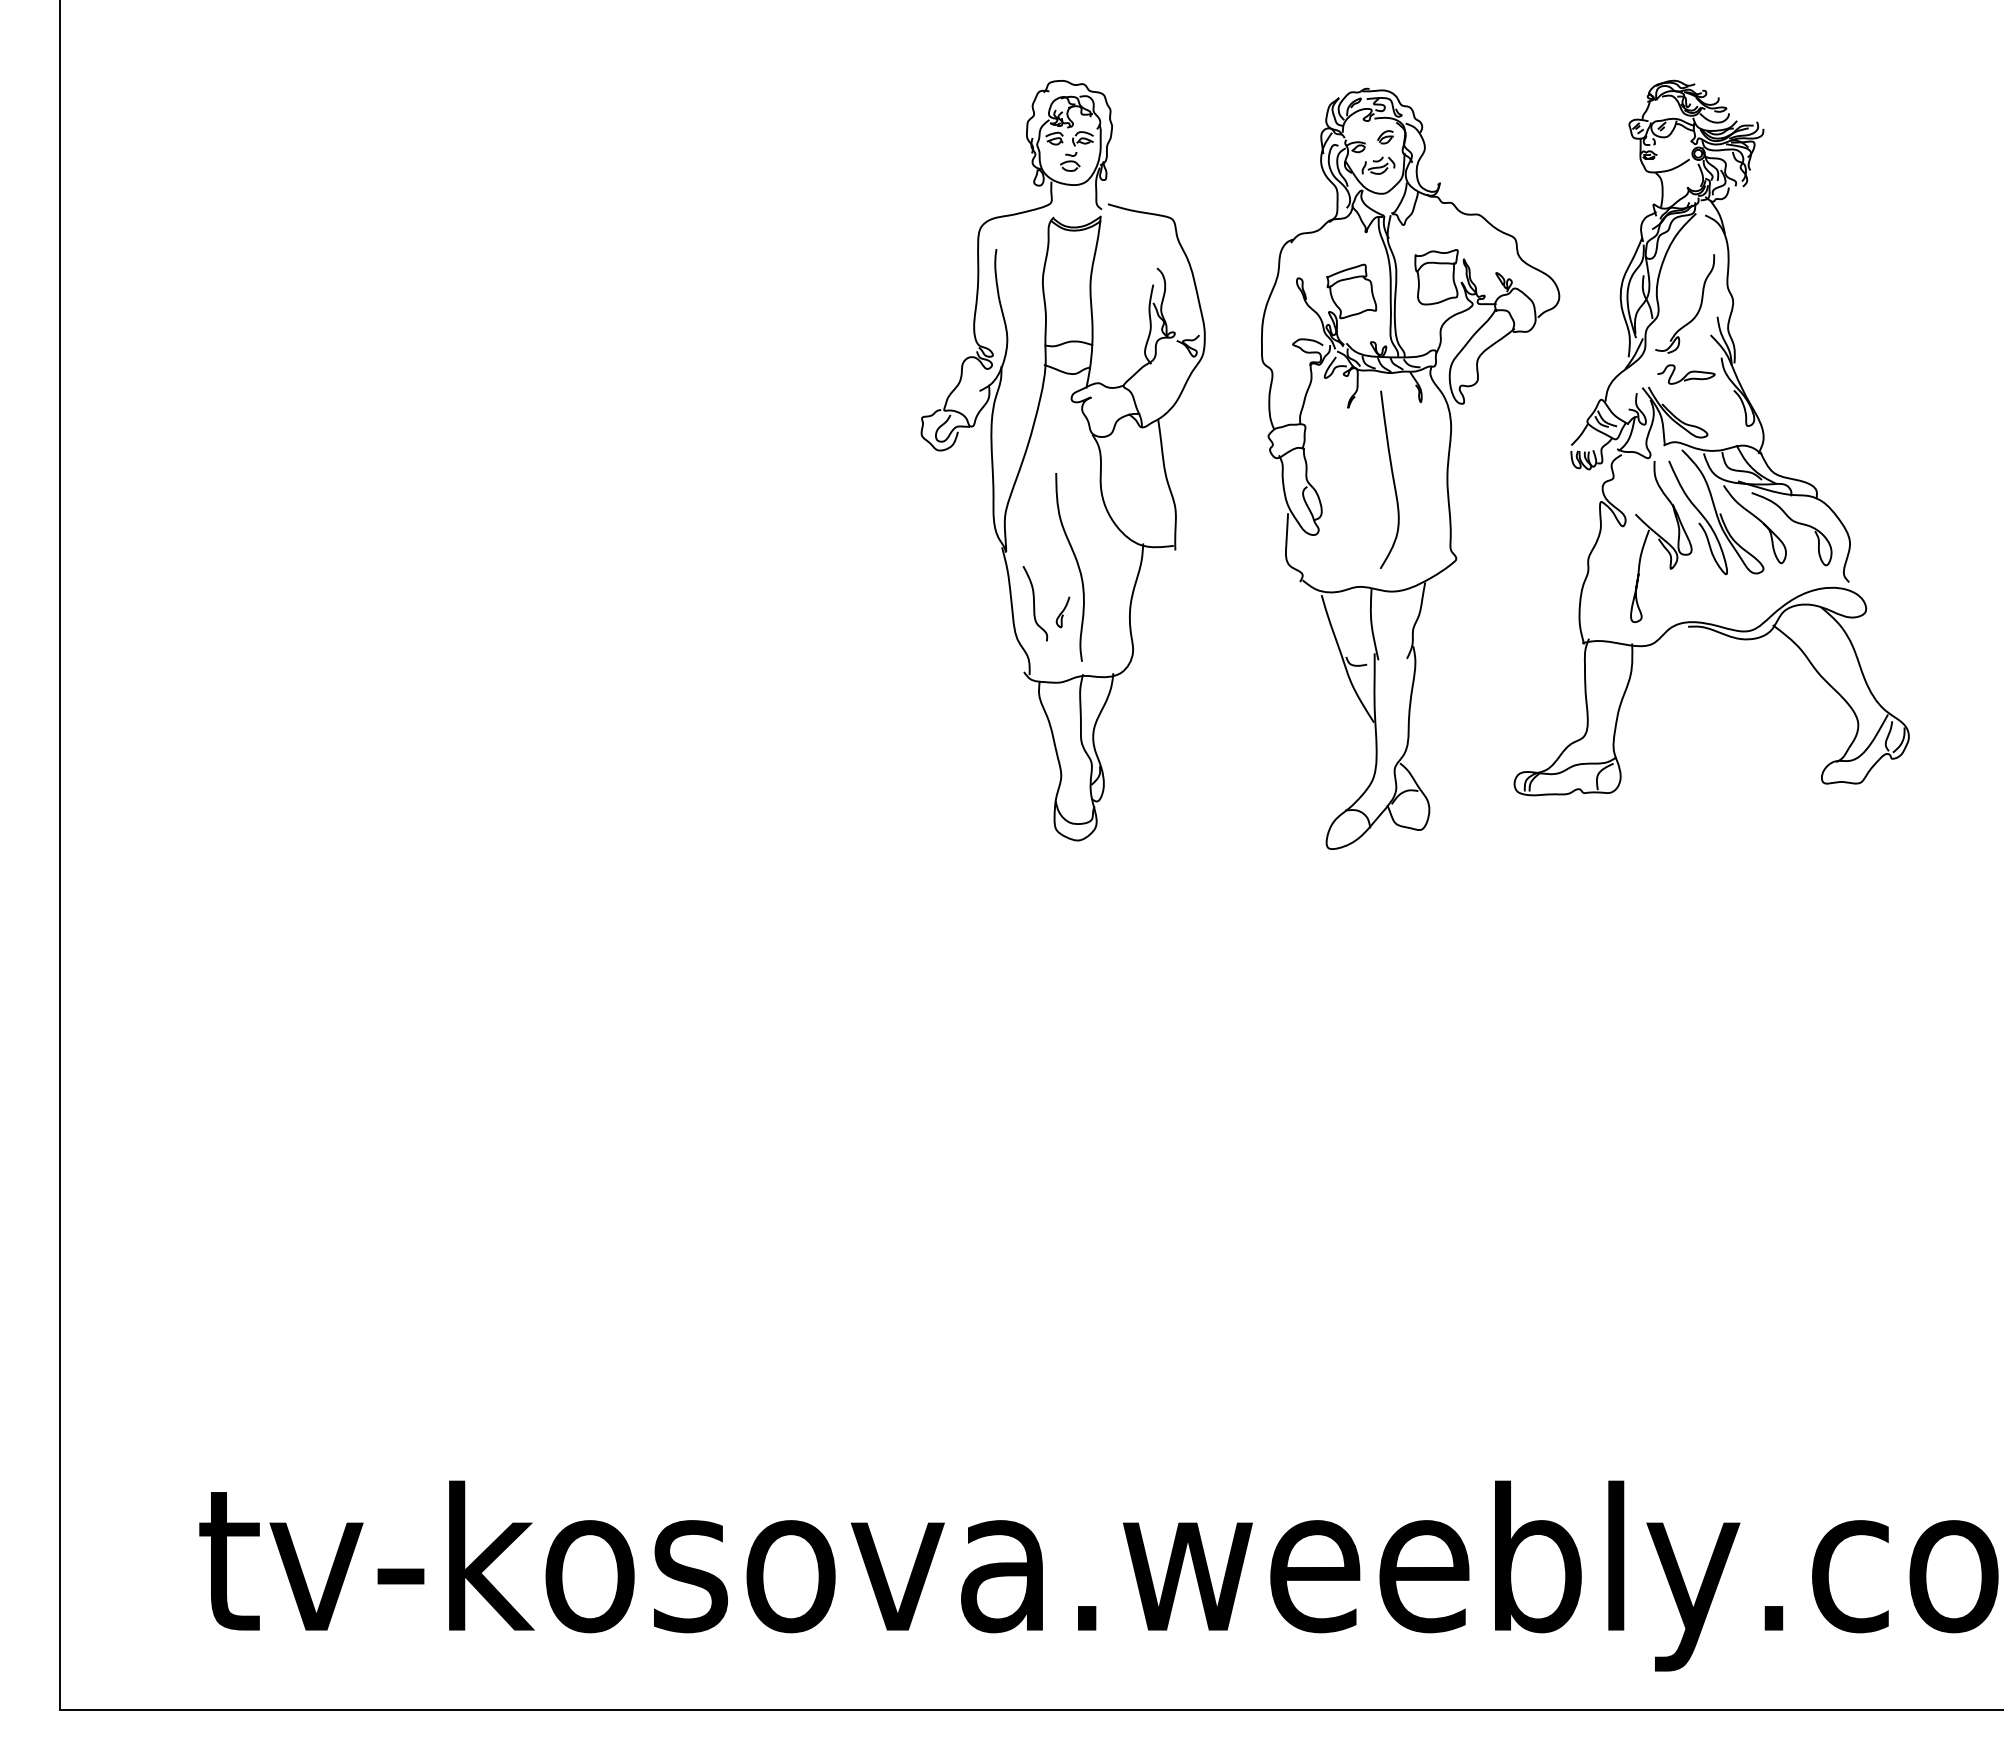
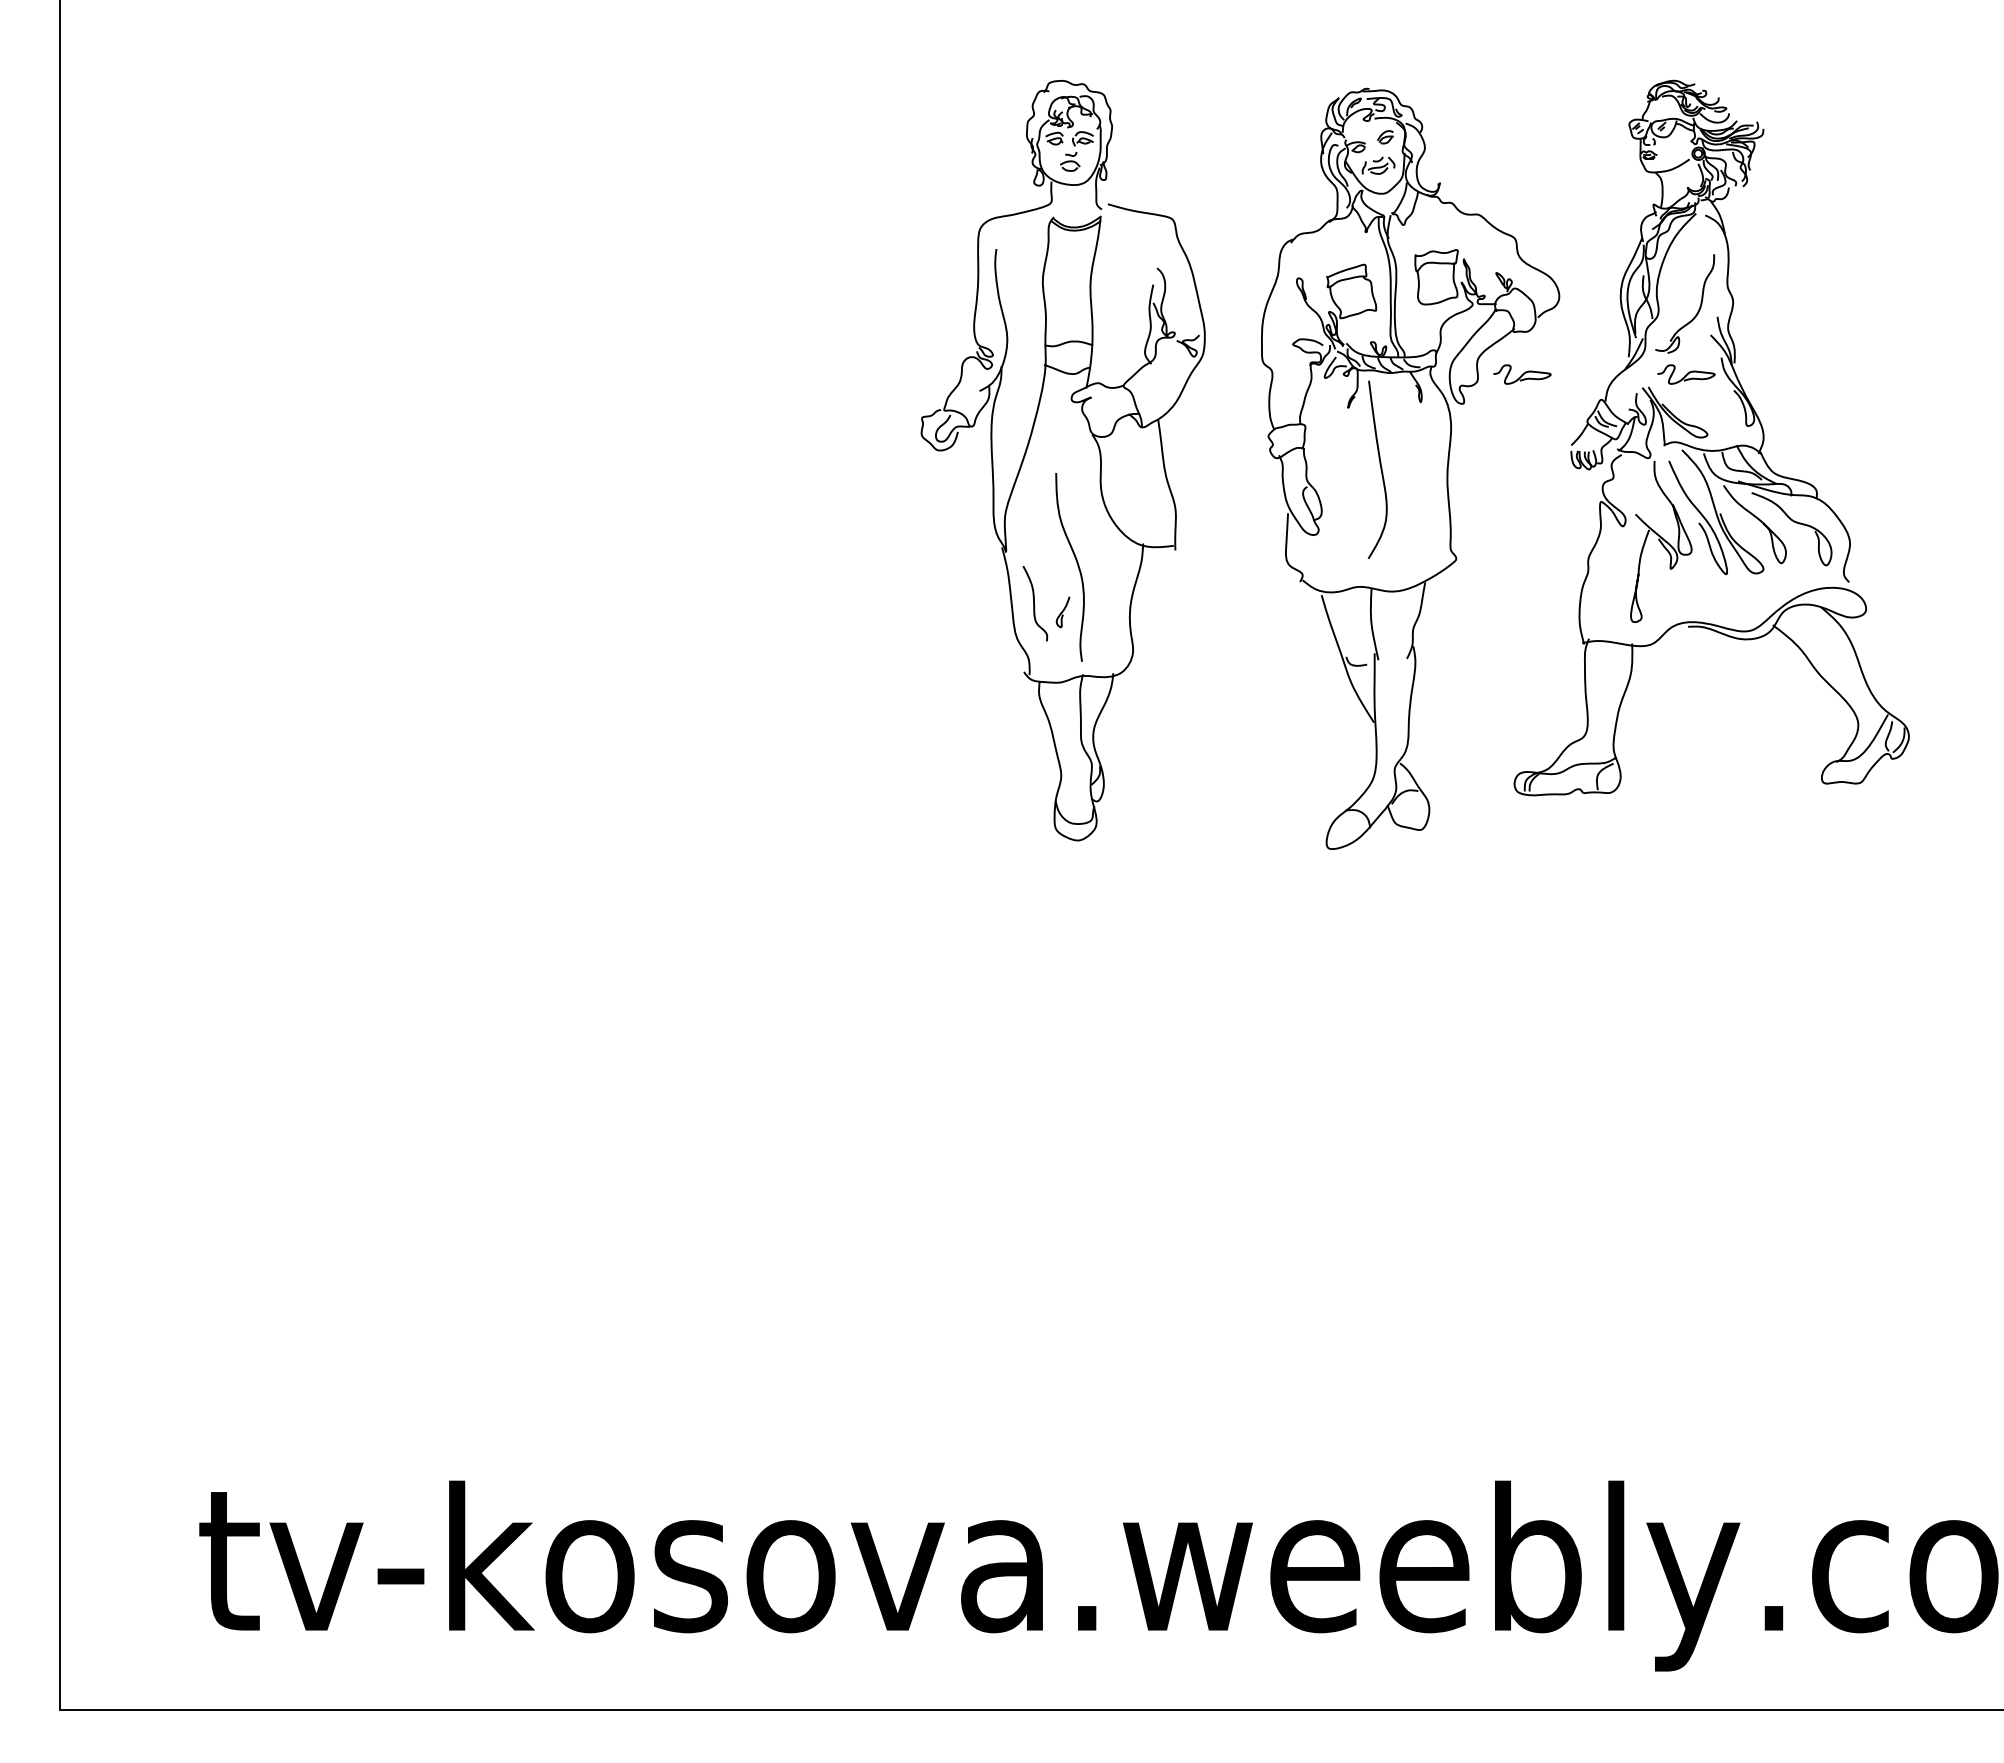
curve at (1522, 374): none -> present
curve at (1392, 479) position: (1392, 479) -> (1380, 469)
